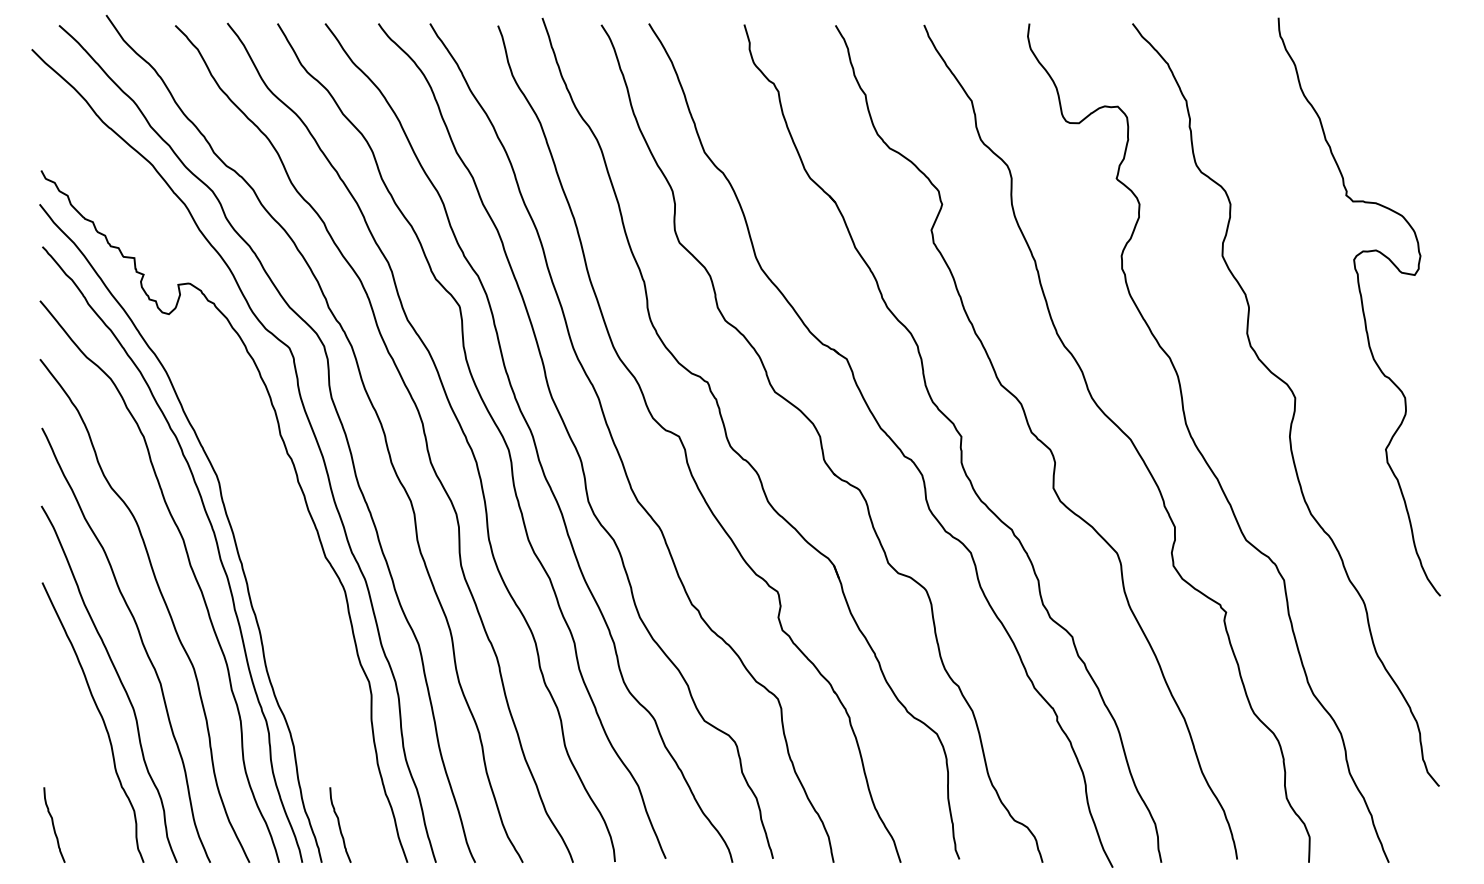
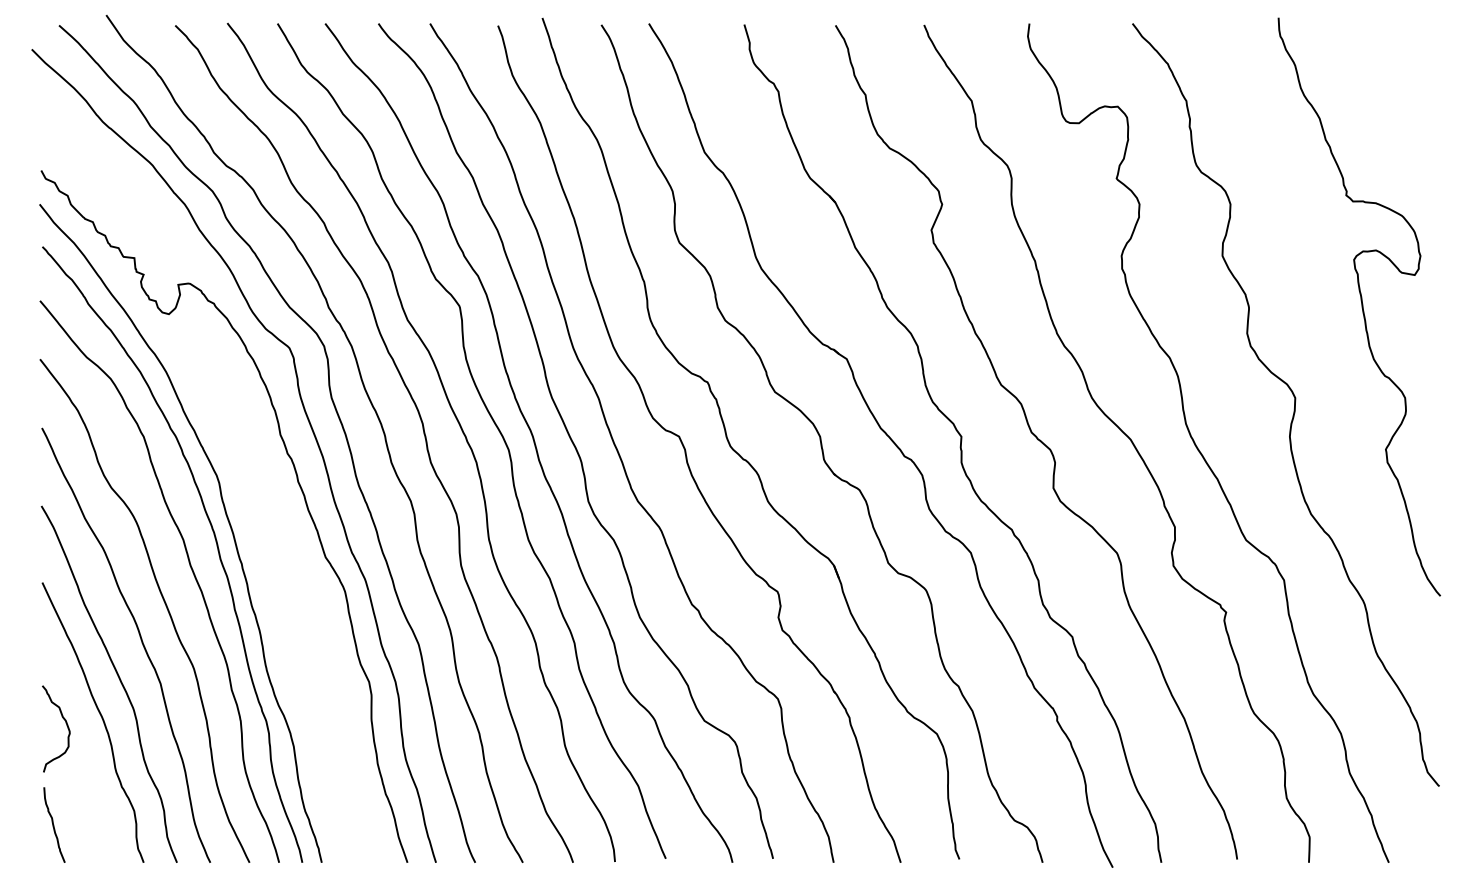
curve at (66, 726): none -> present
curve at (340, 824): present -> none
